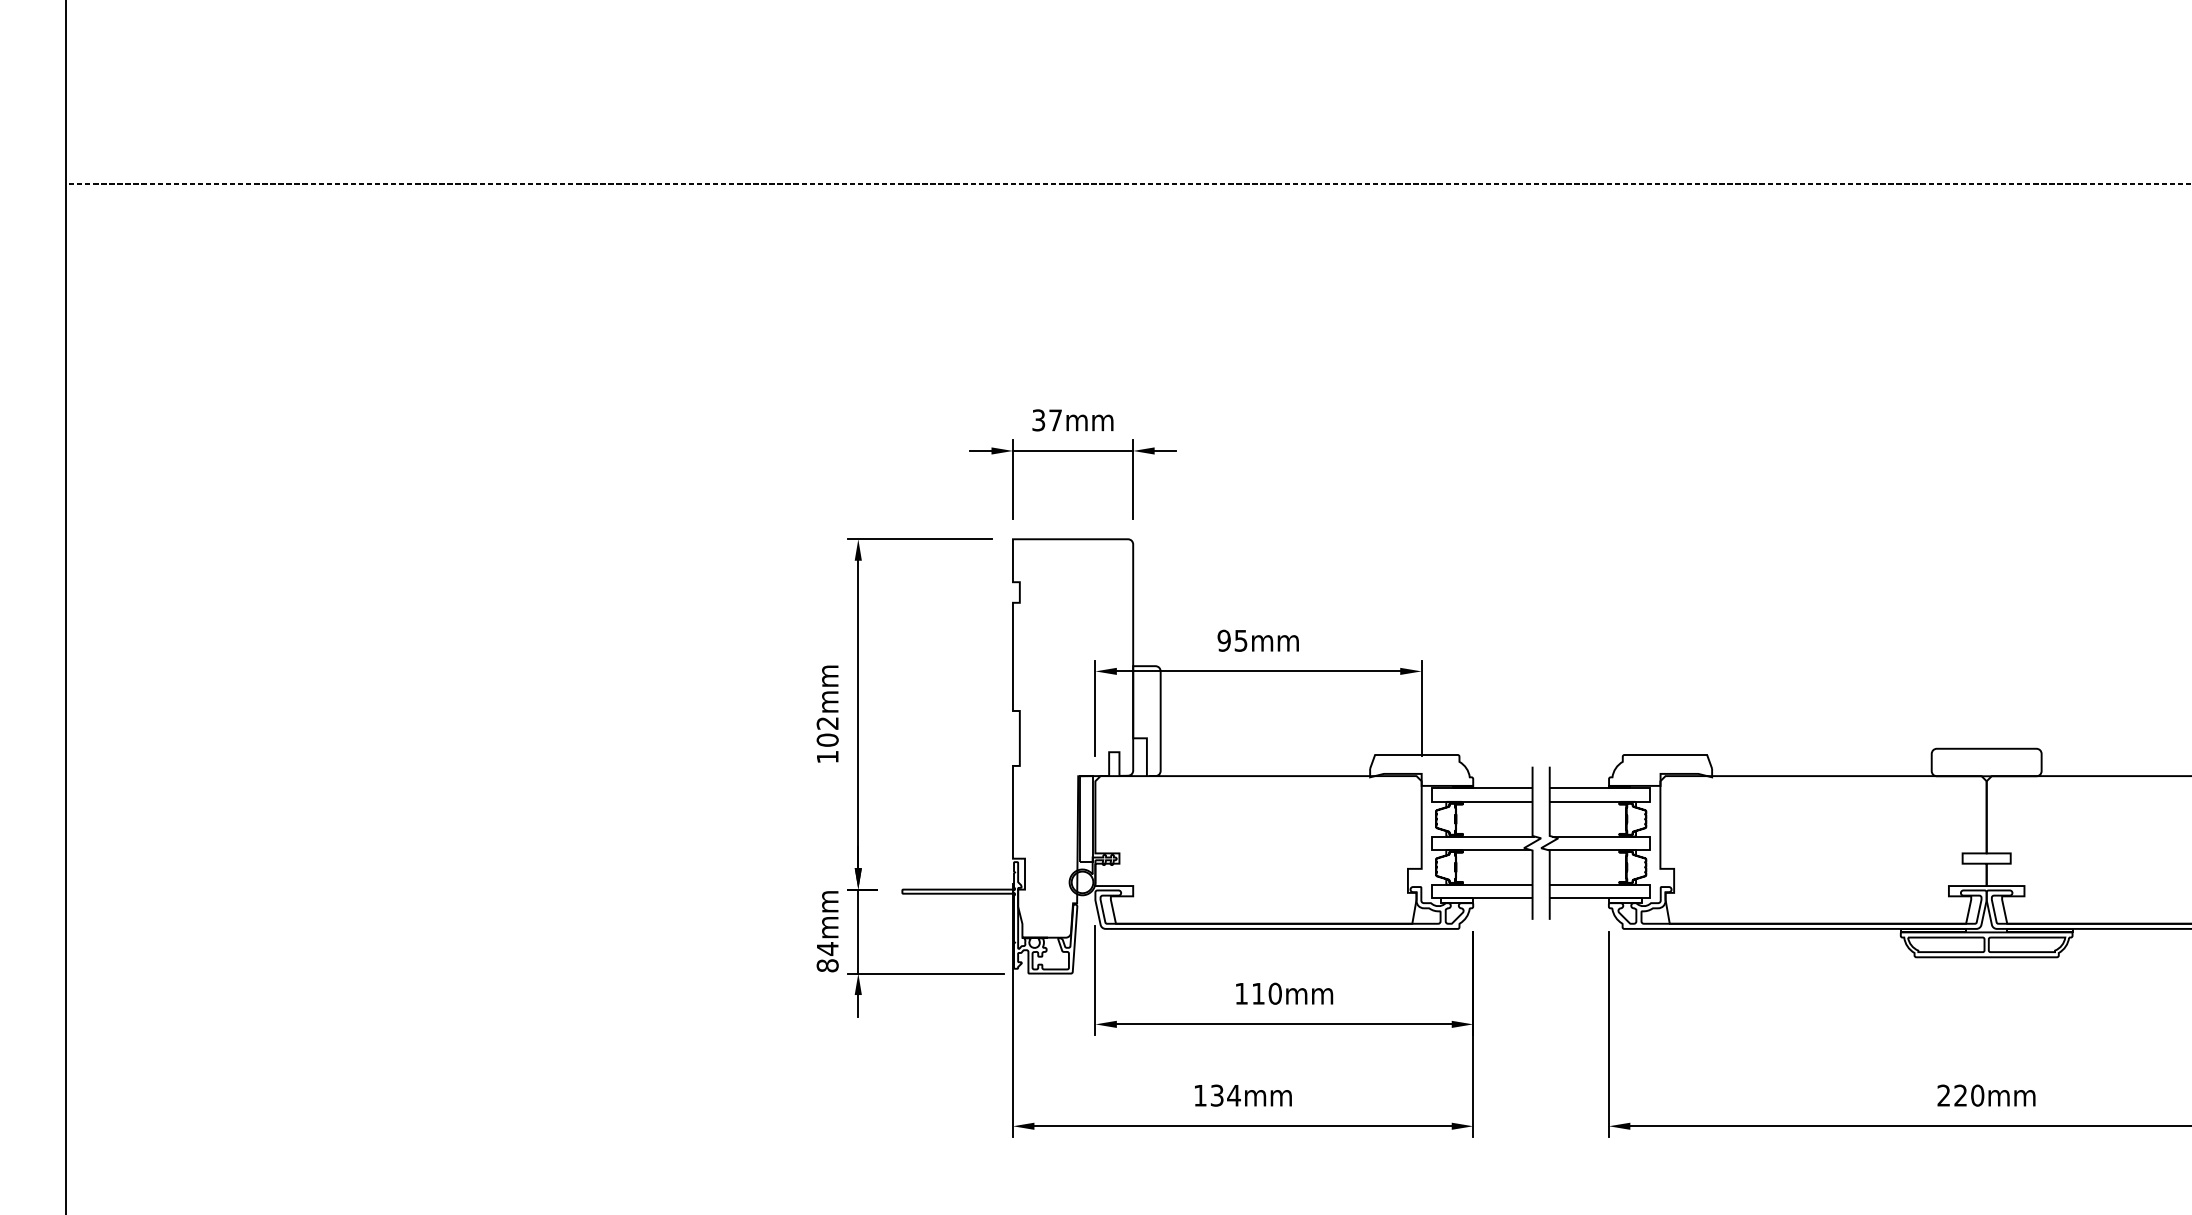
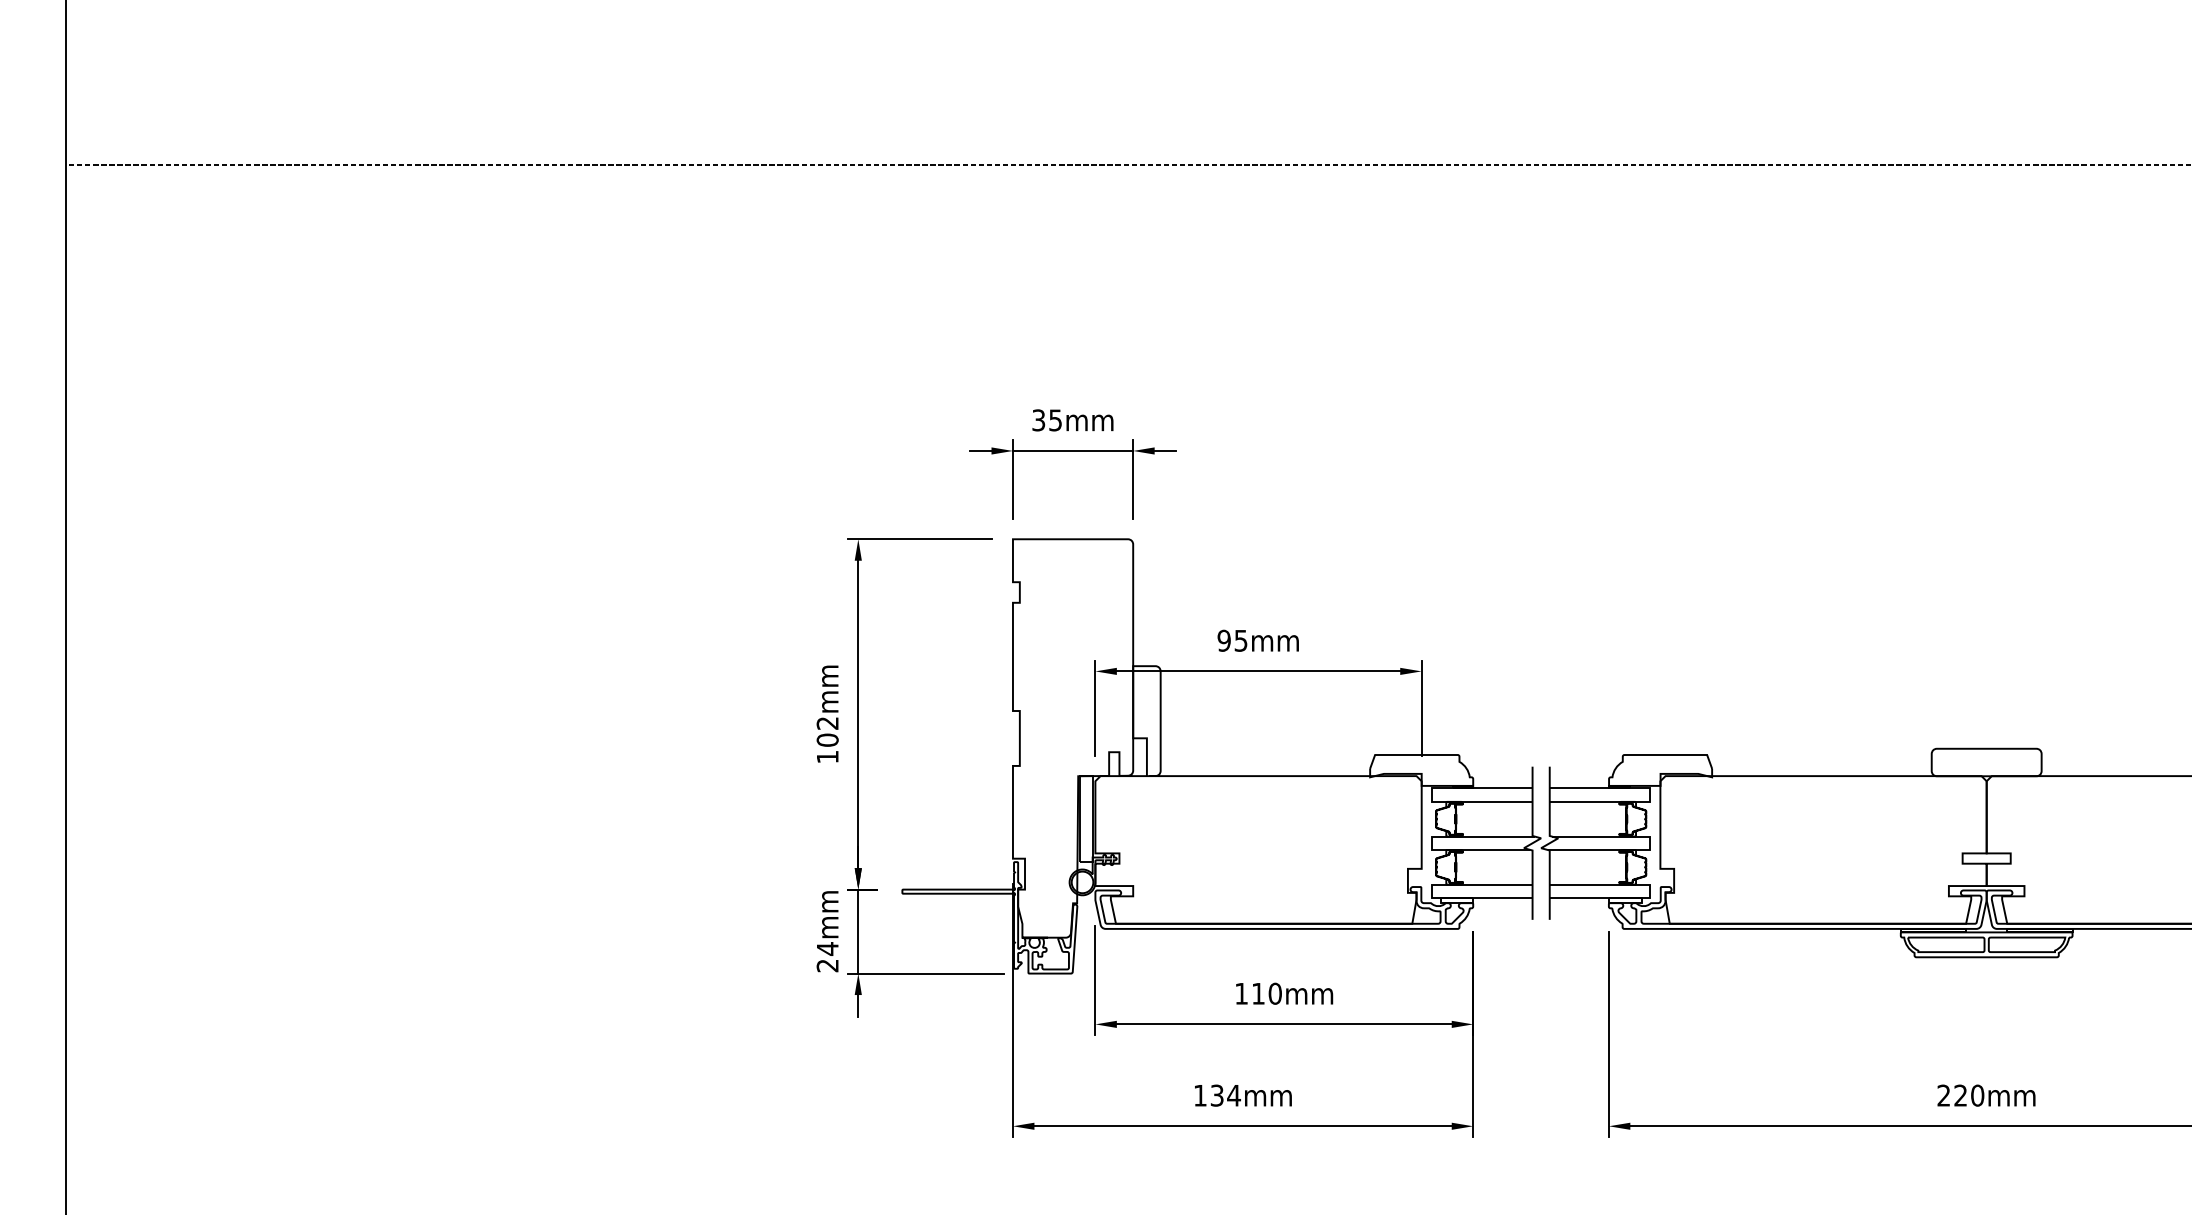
line at (1126, 184) position: (1126, 184) -> (1126, 165)
text at (1055, 420): 37mm -> 35mm
text at (827, 965): 84mm -> 24mm
